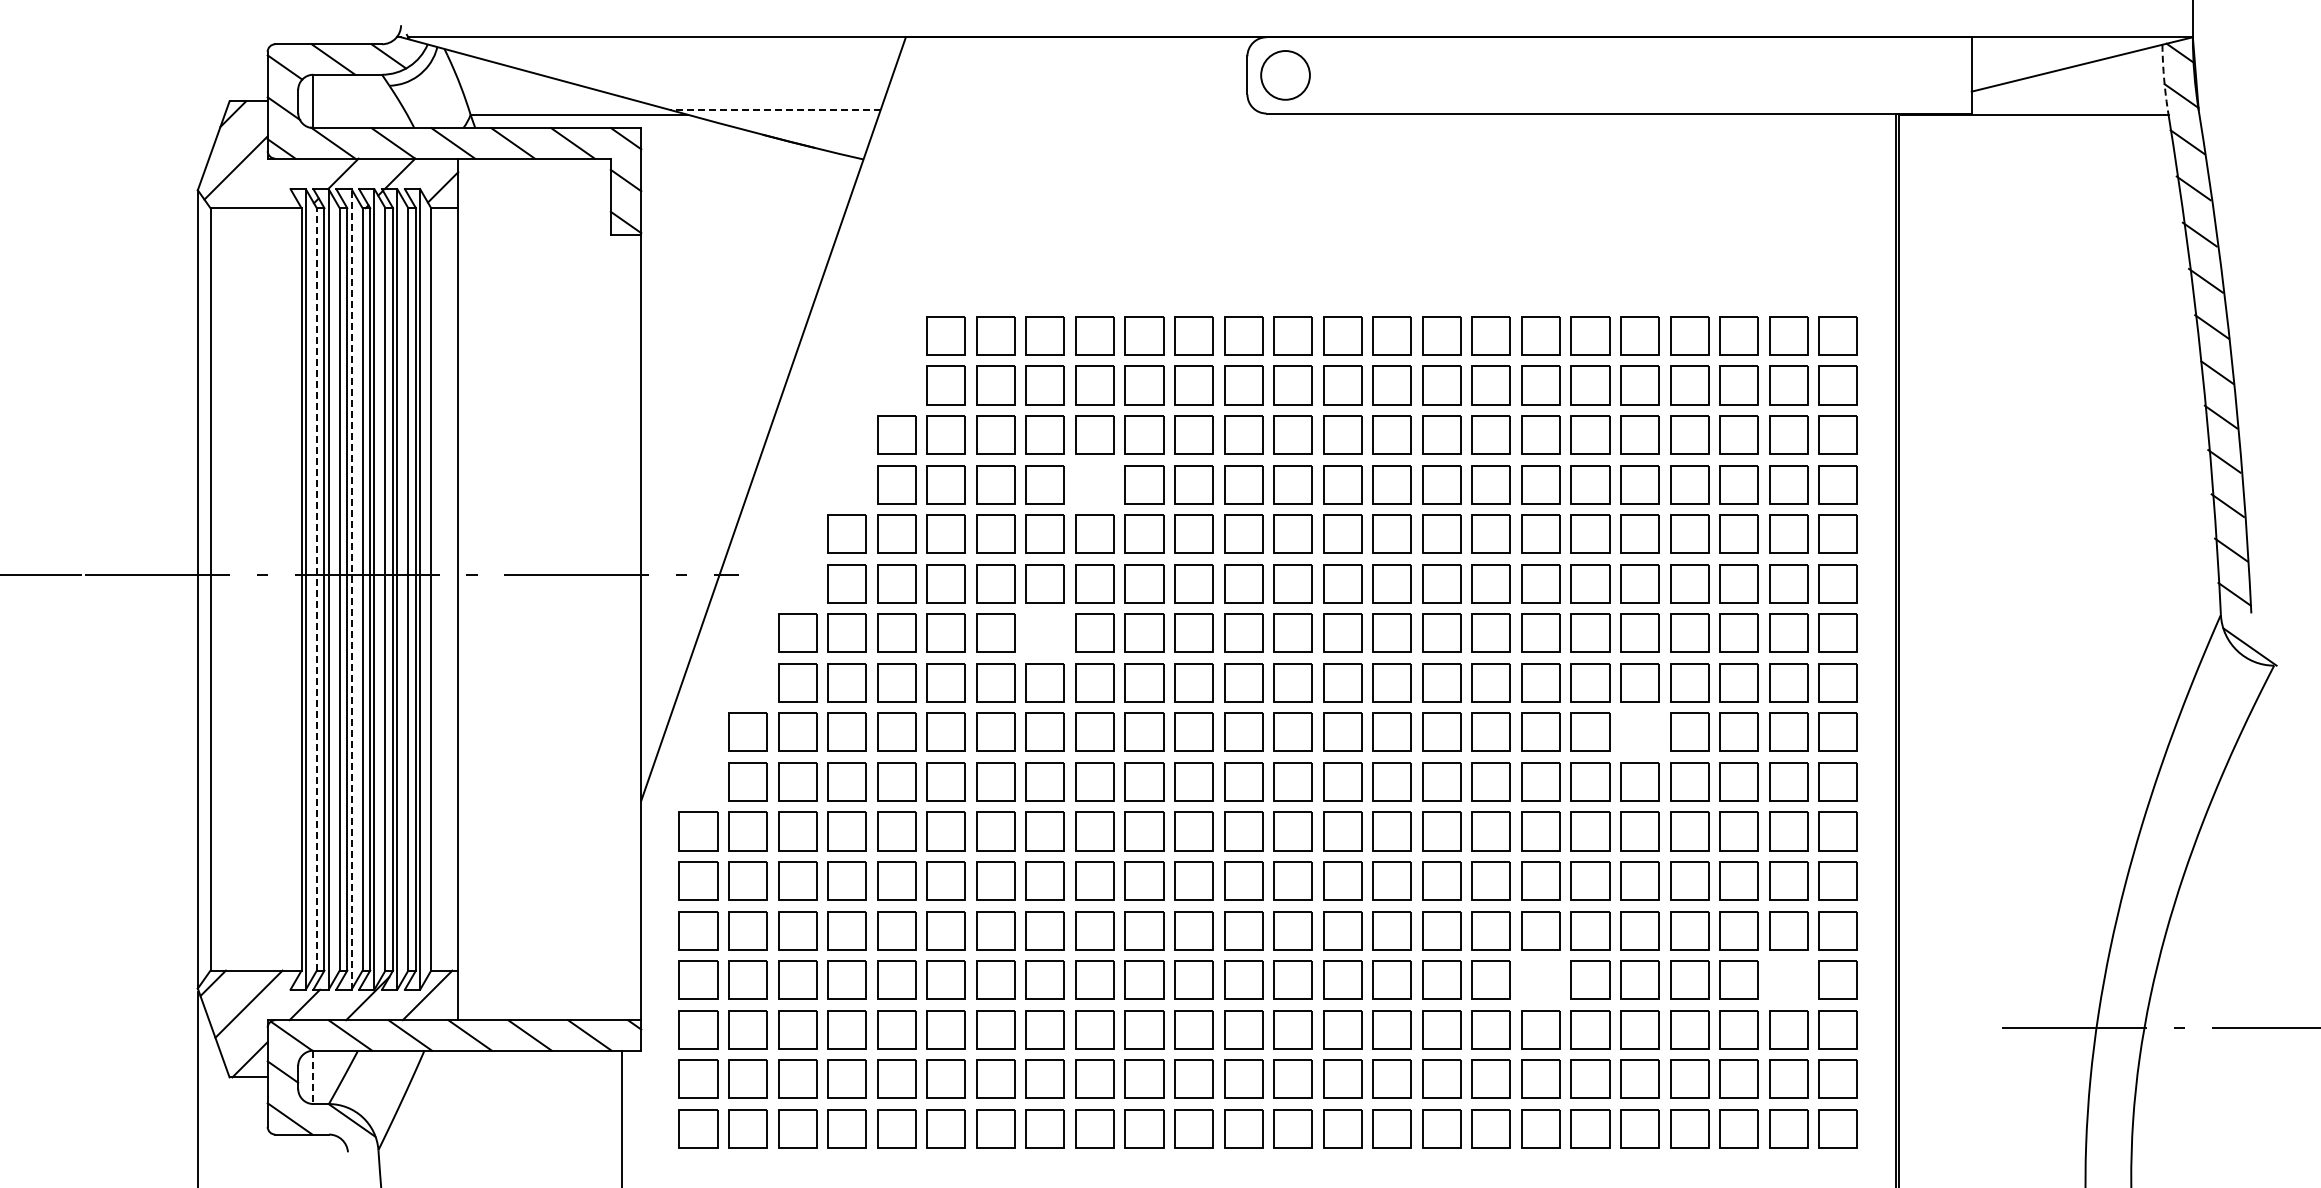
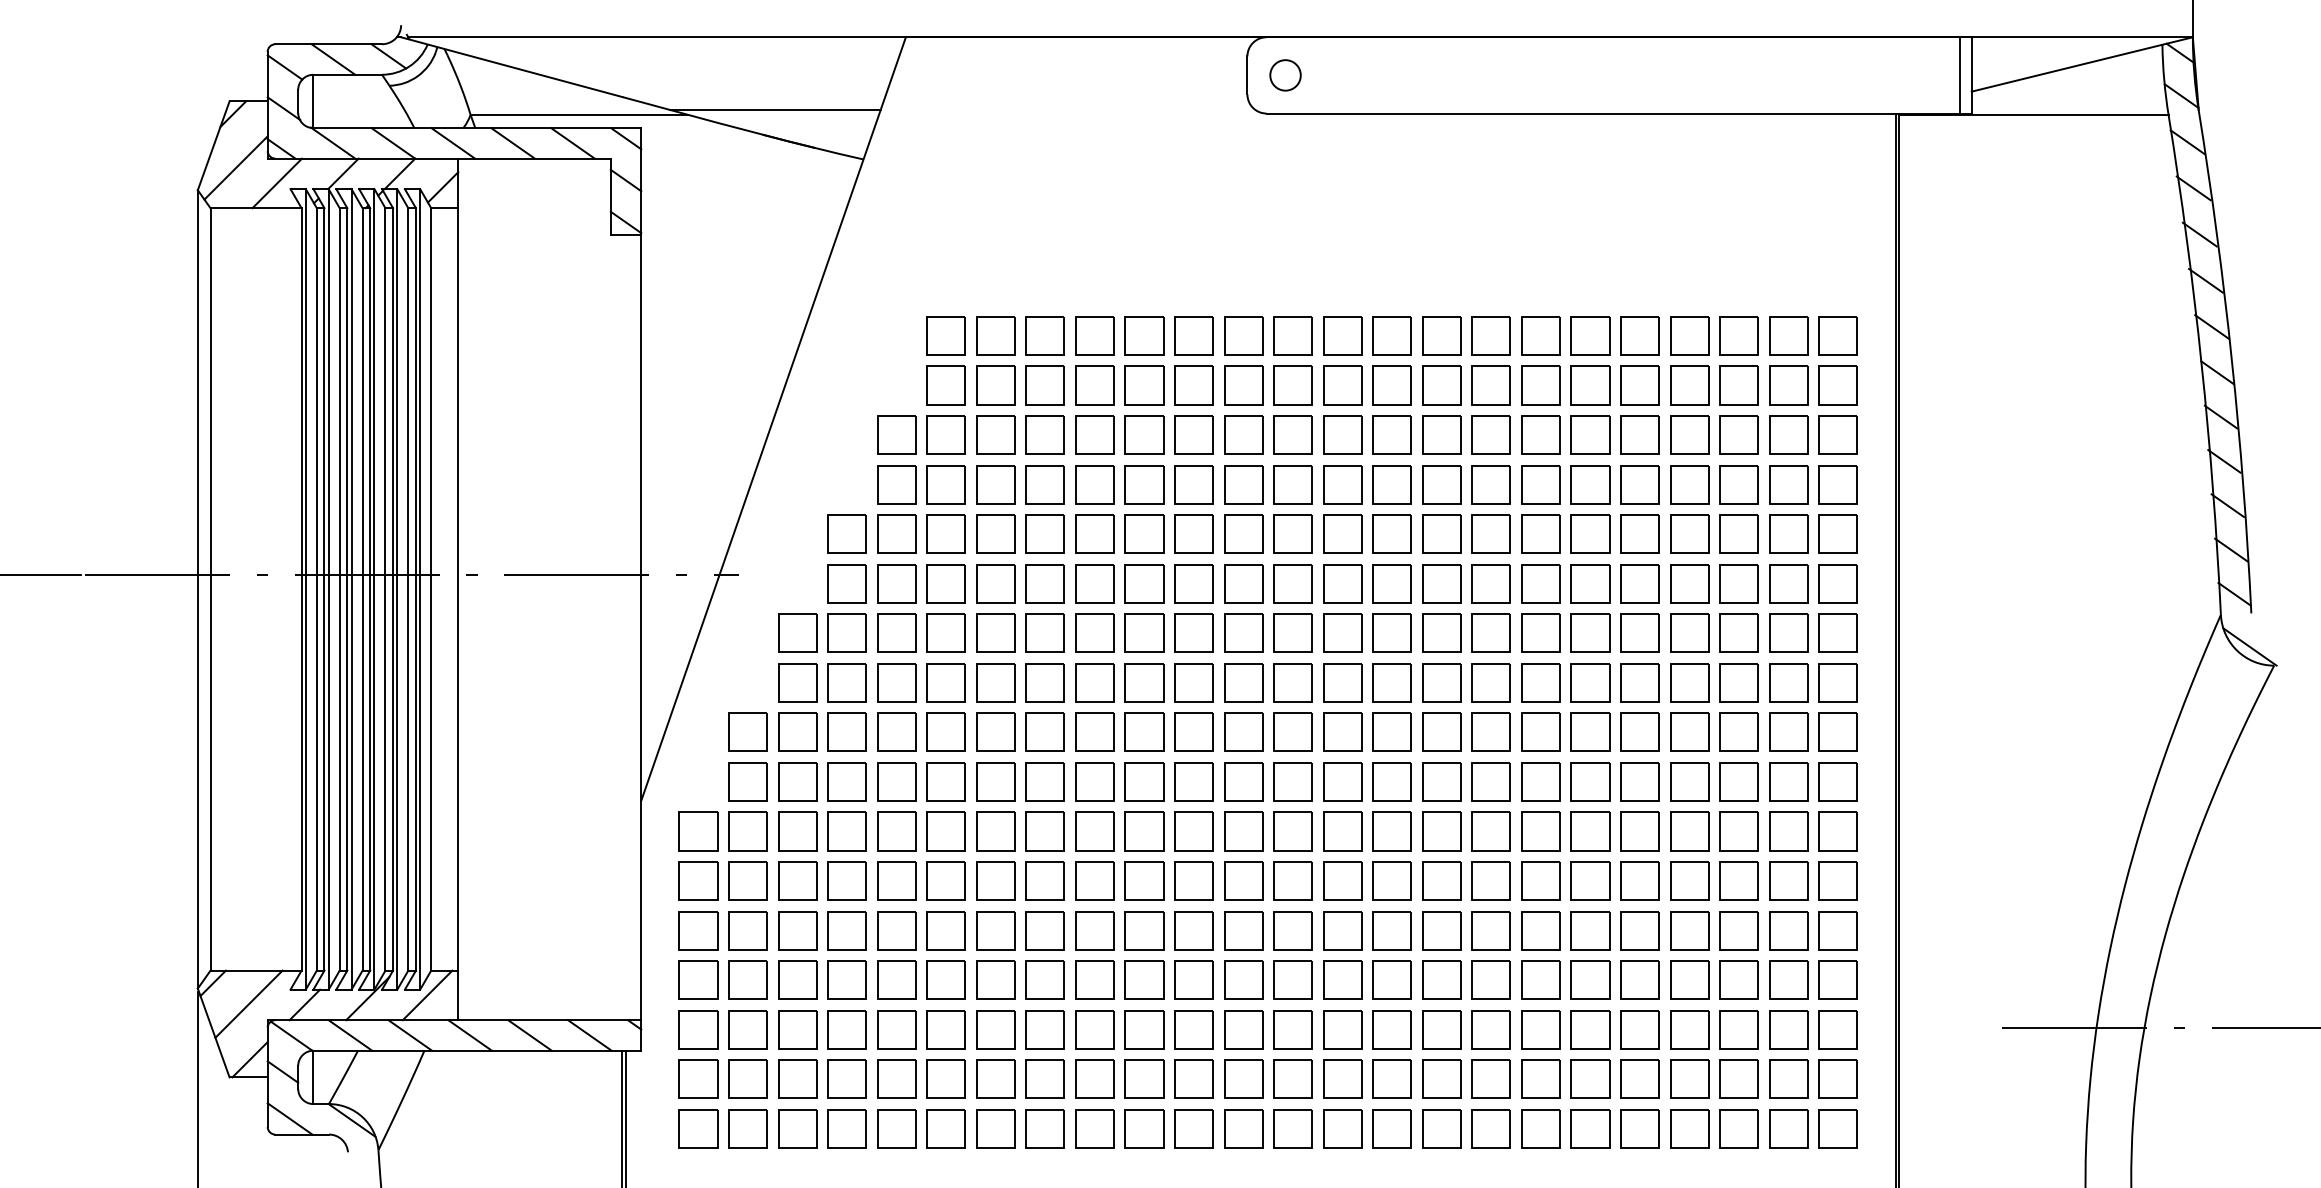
circle at (1285, 75) diameter: 49 px -> 30 px
line at (1960, 75): none -> present
arc at (2164, 79): dashed -> solid
line at (774, 109): dashed -> solid
line at (277, 183): none -> present
part at (1094, 484): none -> present
line at (316, 588): dashed -> solid
line at (351, 588): dashed -> solid
part at (1044, 632): none -> present
part at (1639, 731): none -> present
part at (1540, 979): none -> present
part at (1788, 979): none -> present
line at (313, 1077): dashed -> solid
line at (626, 1117): none -> present
